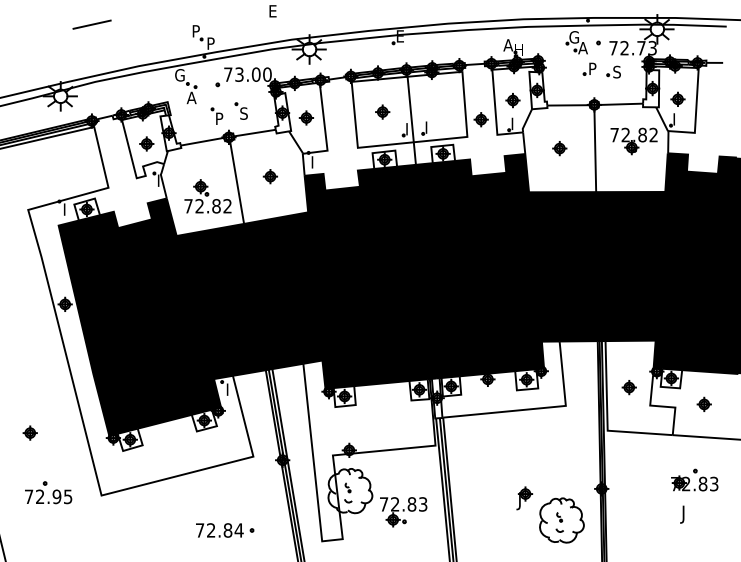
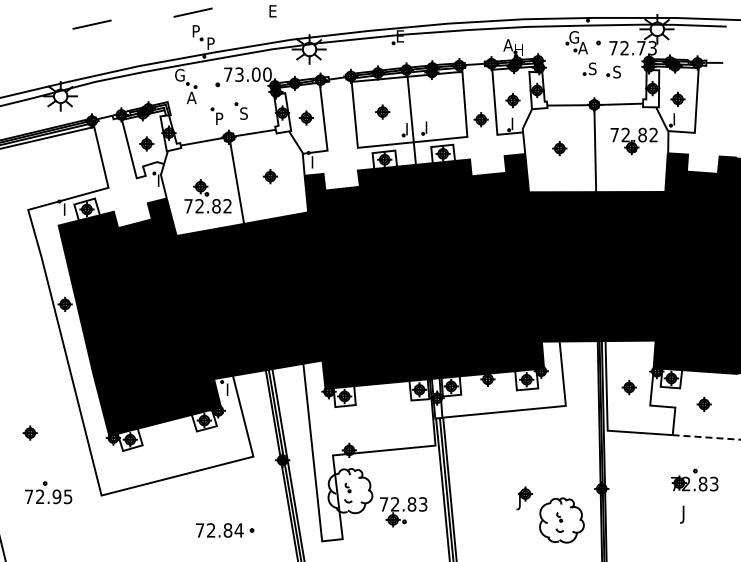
line at (192, 12): none -> present
text at (592, 68): P -> S
line at (706, 437): solid -> dashed
